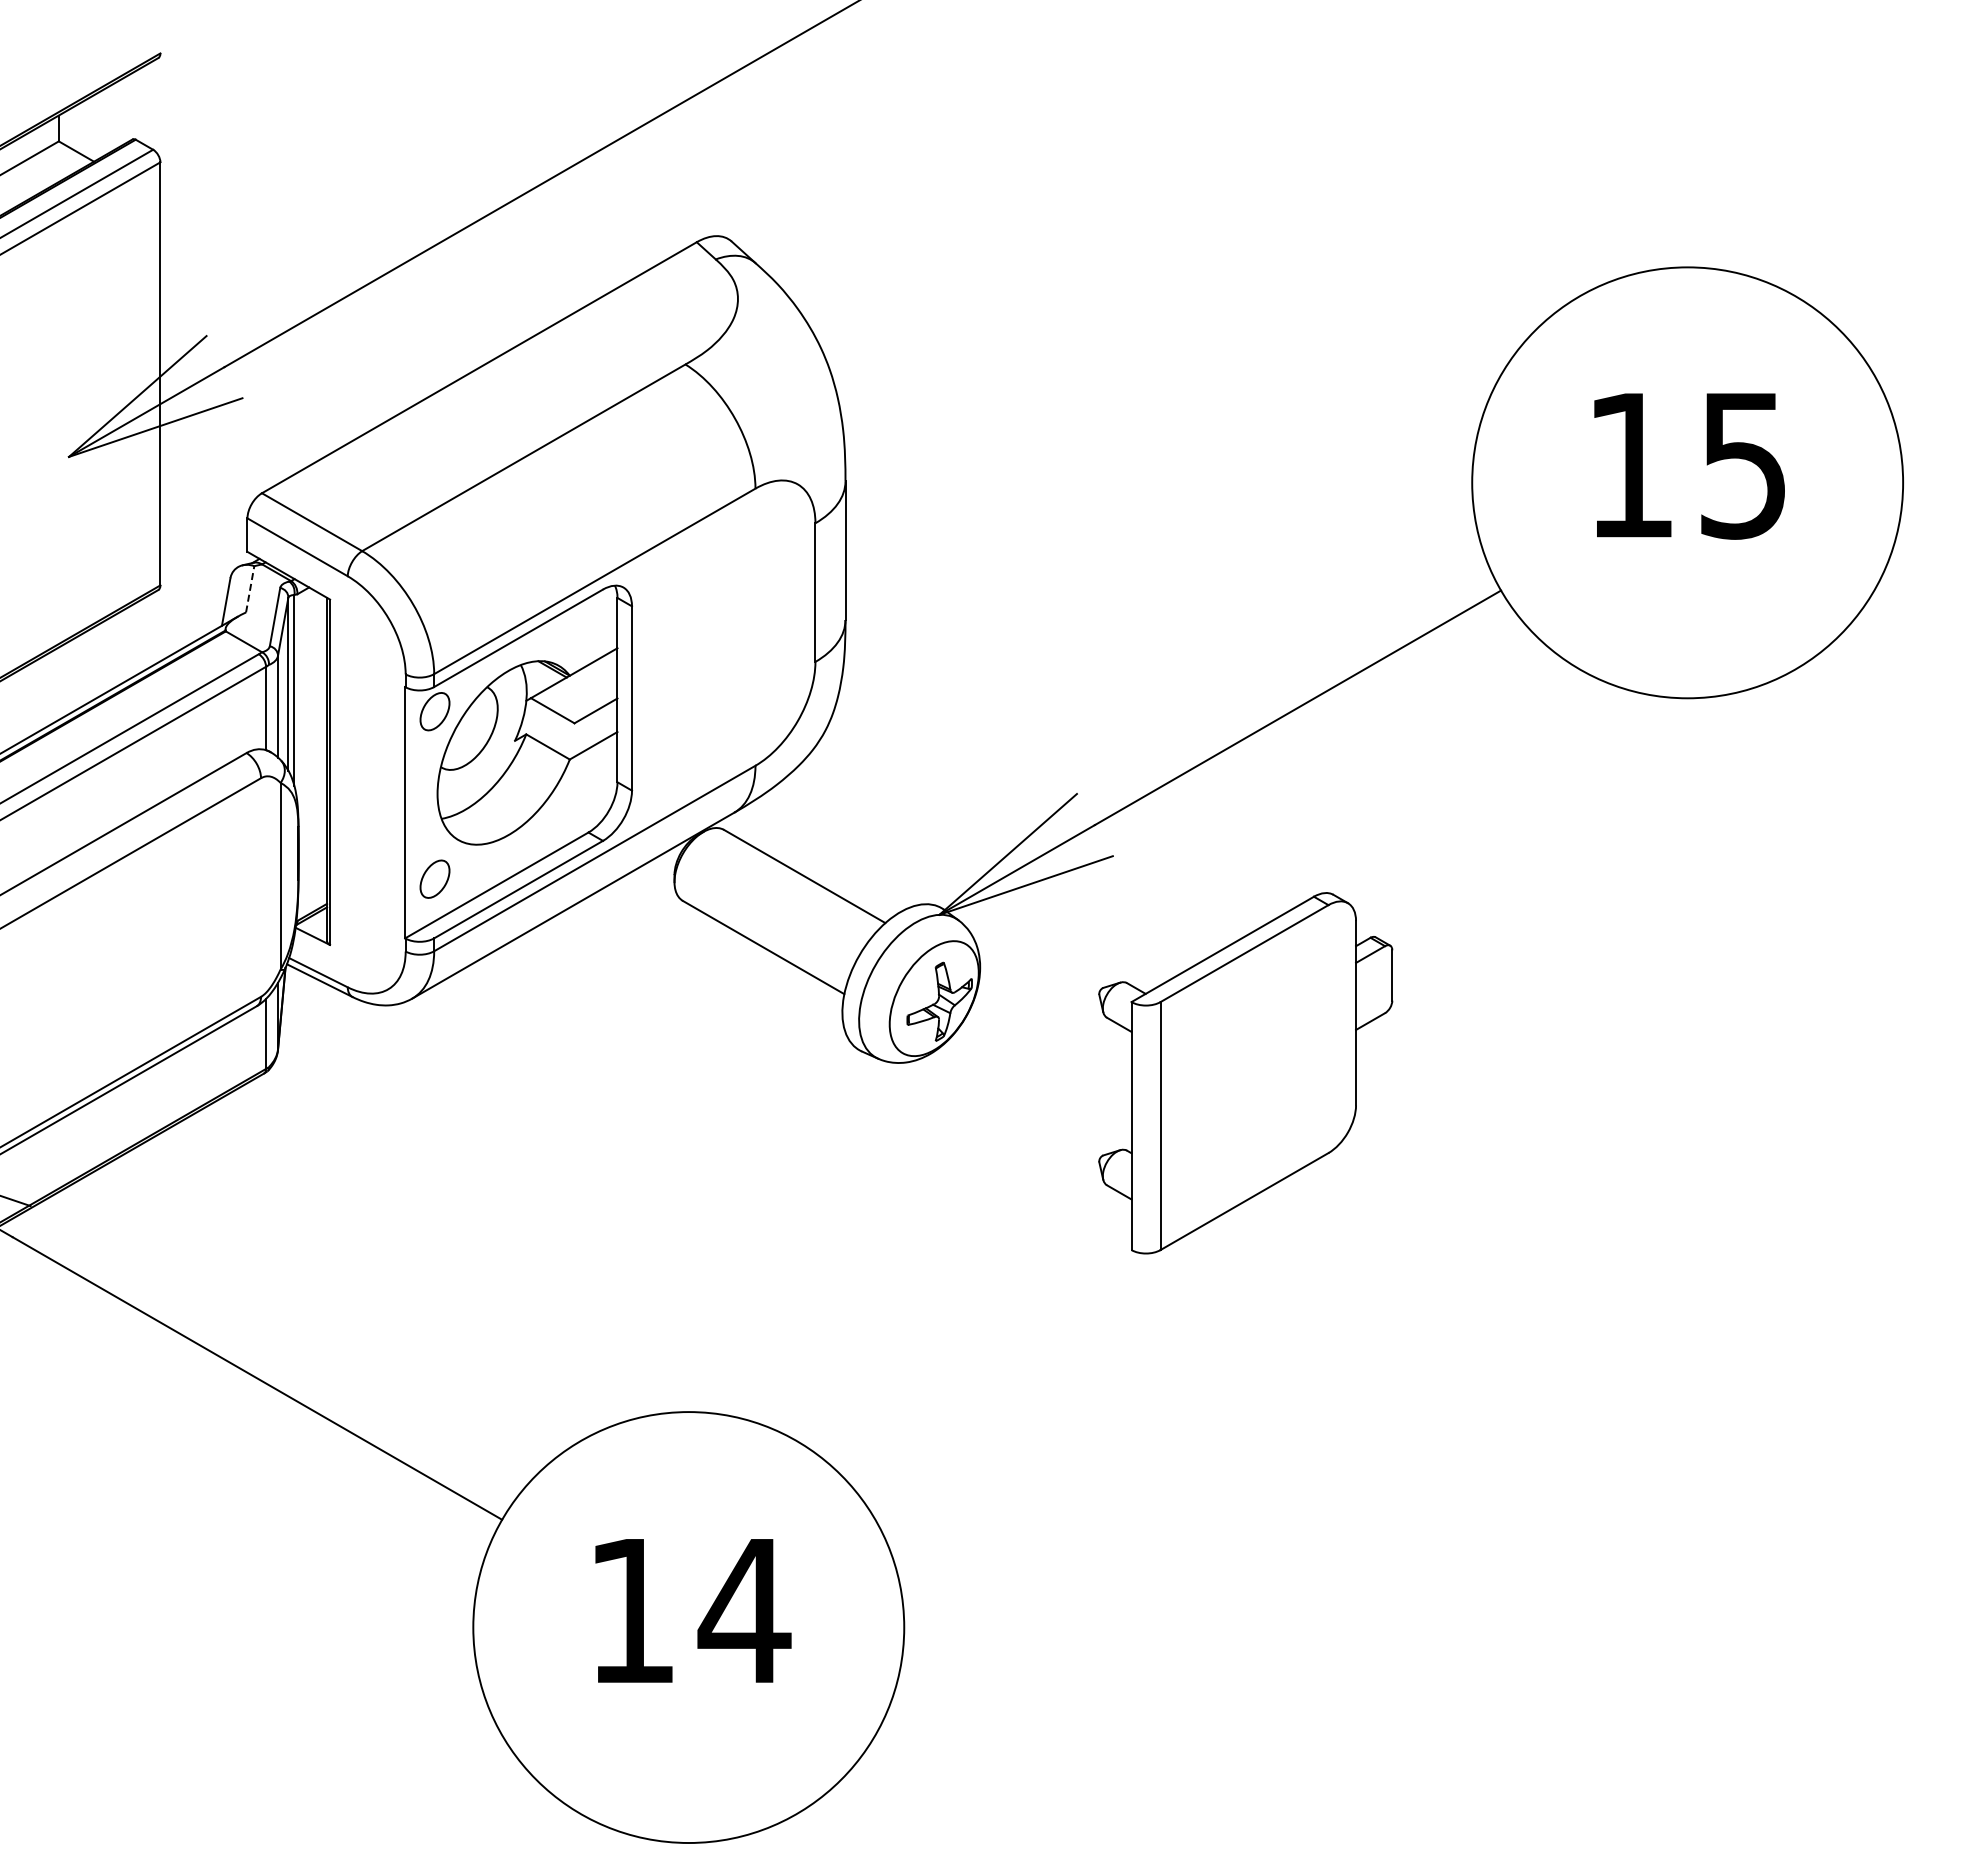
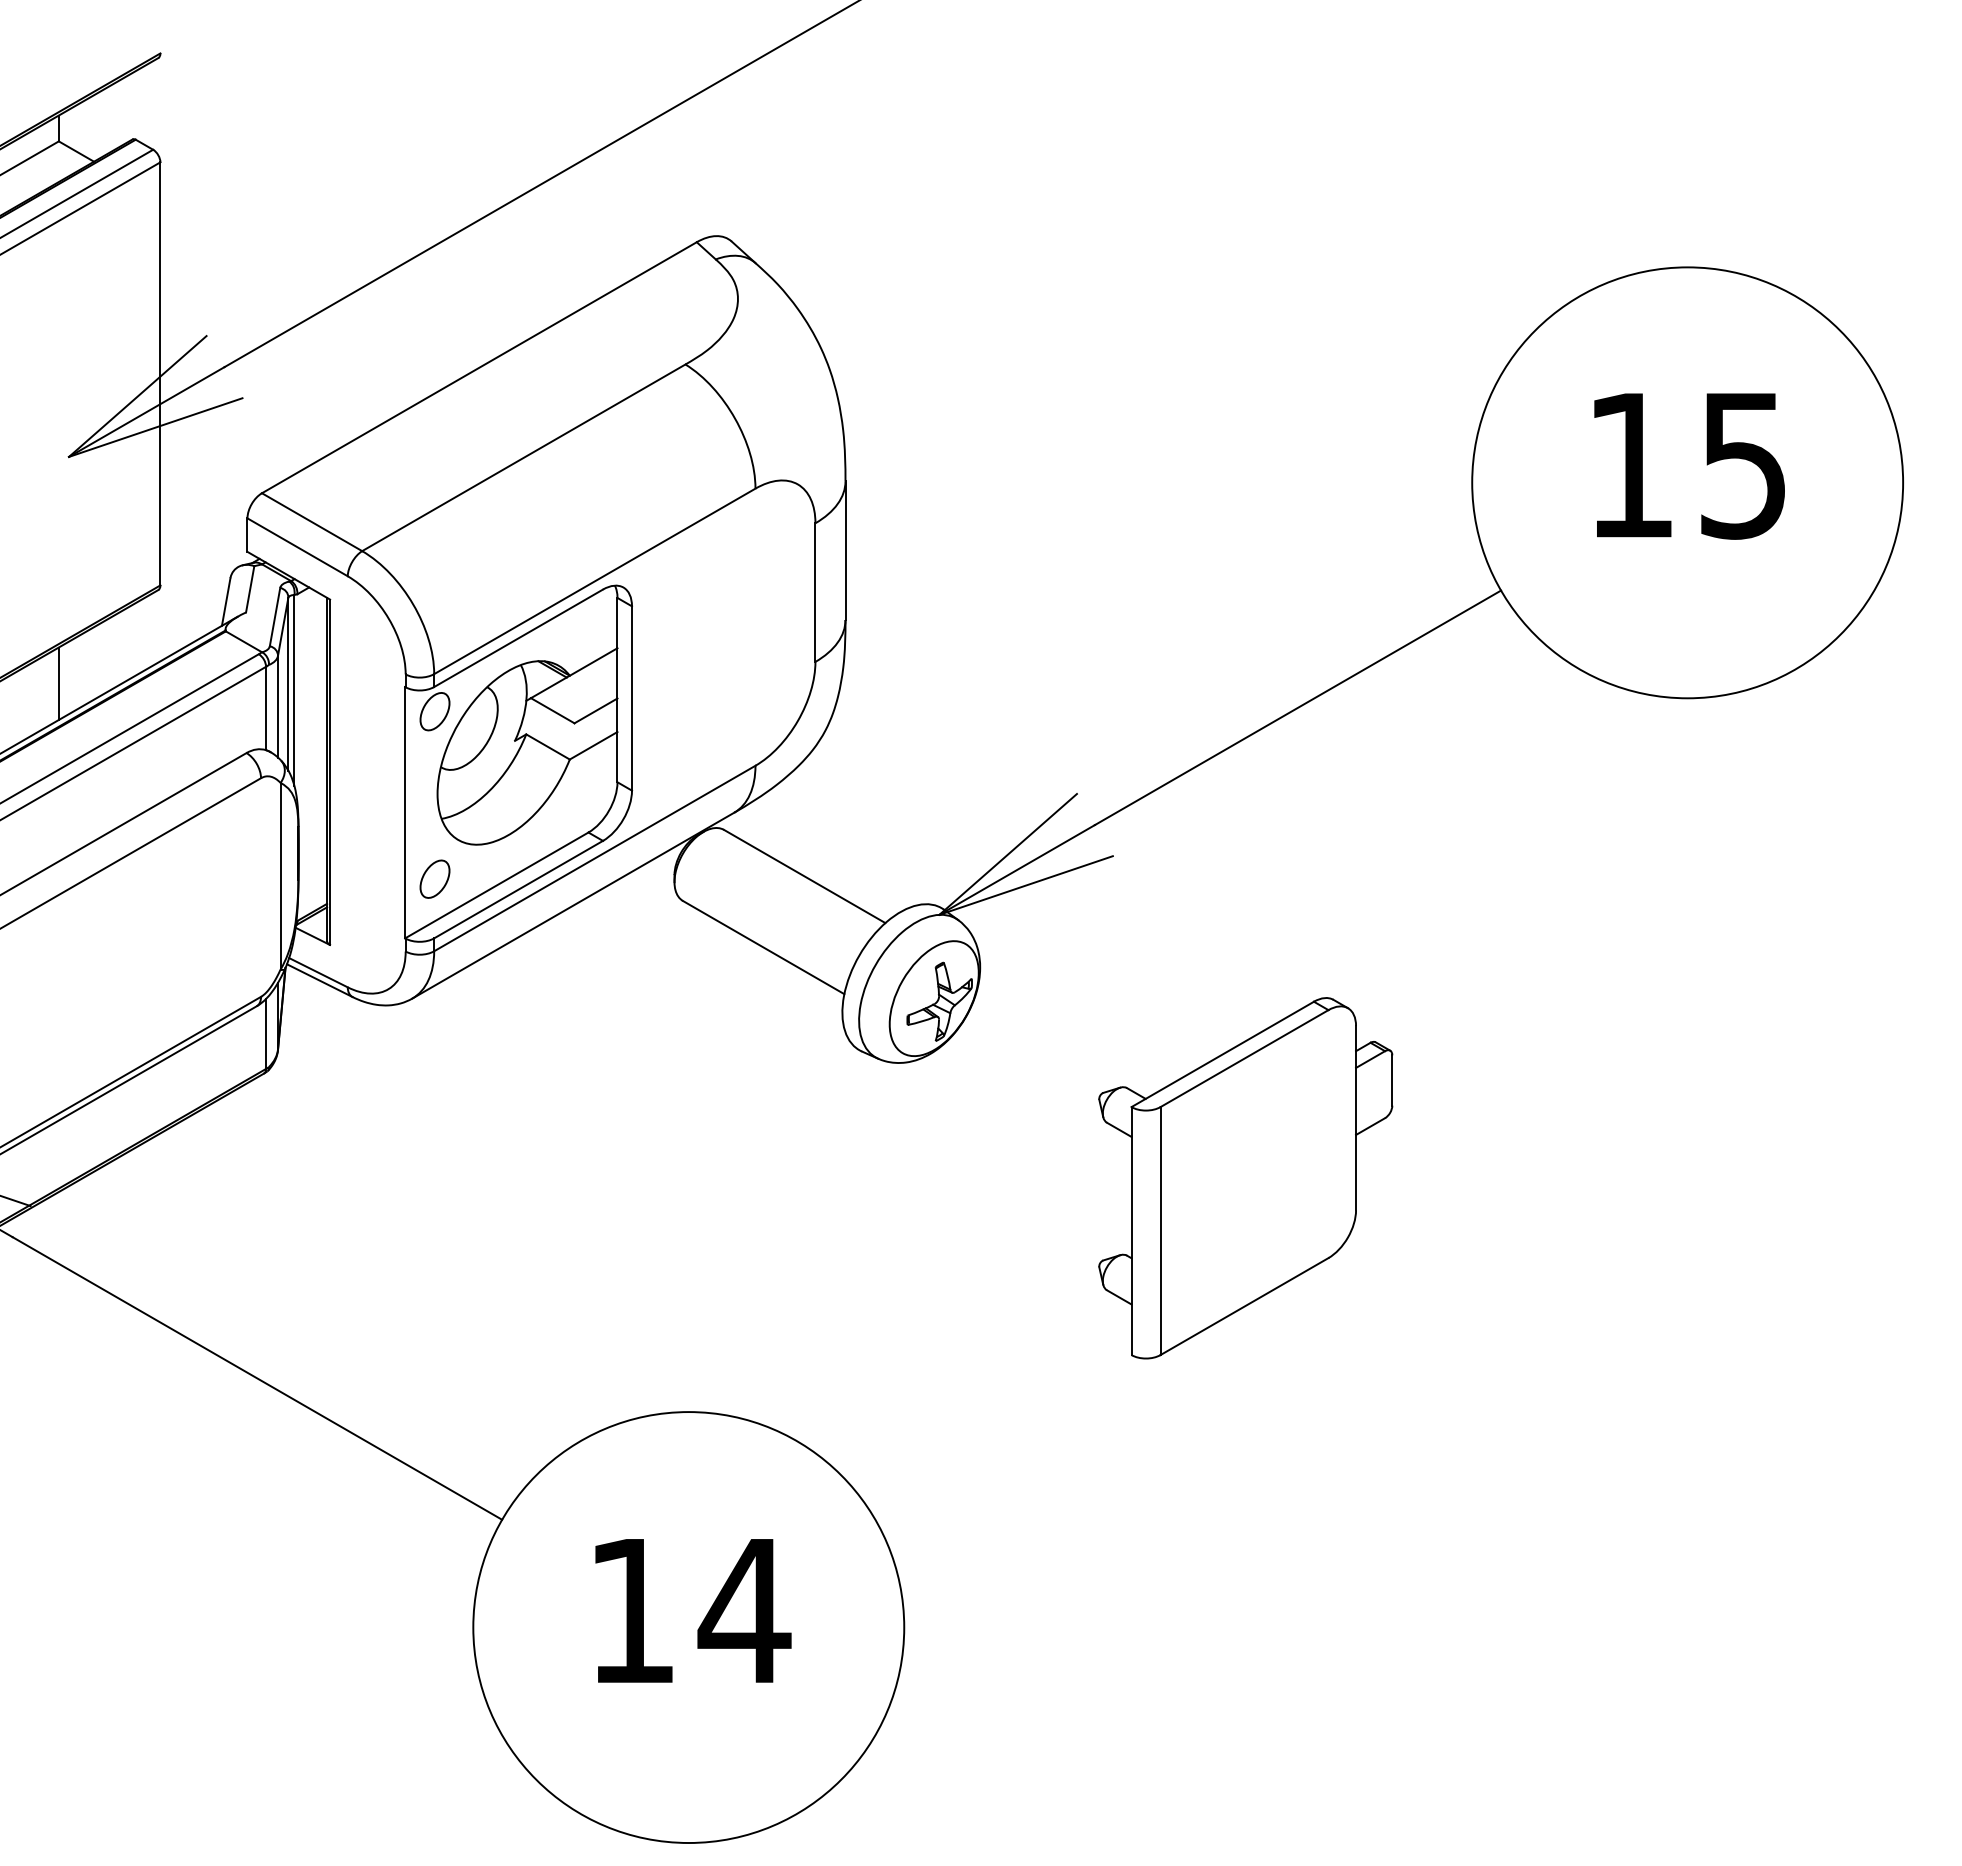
line at (250, 589): dashed -> solid
line at (58, 683): none -> present
part at (1245, 1073) position: (1245, 1073) -> (1245, 1178)
